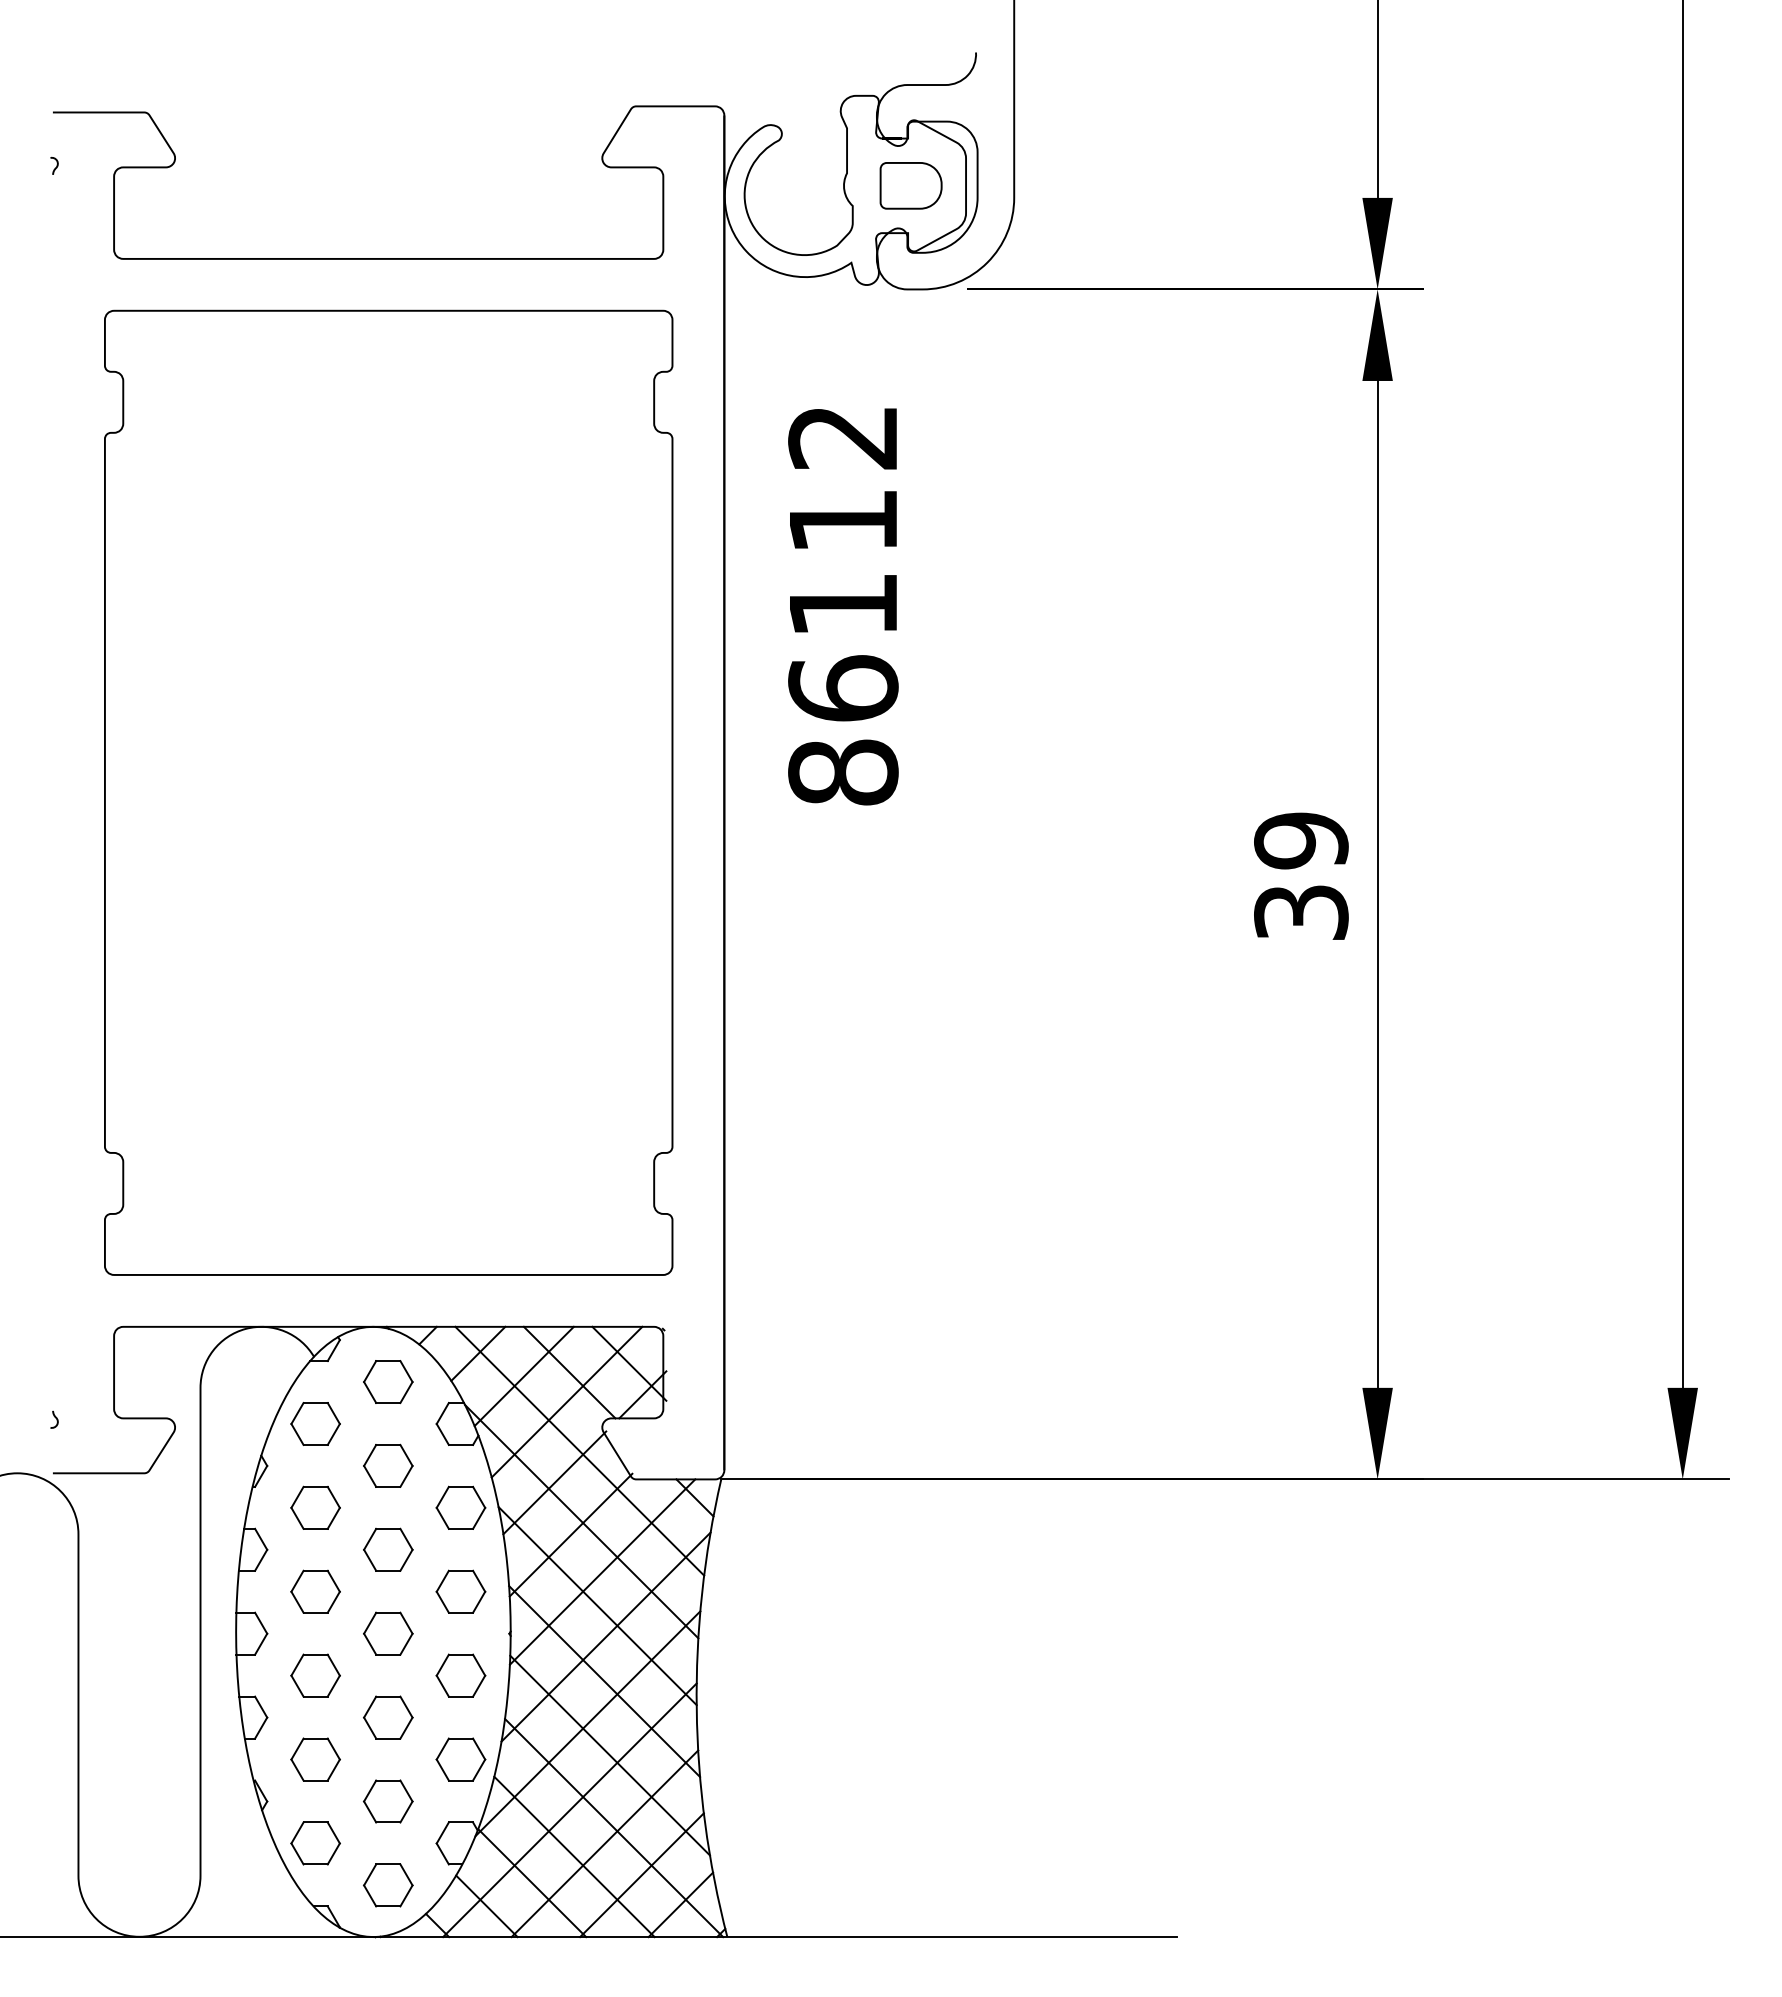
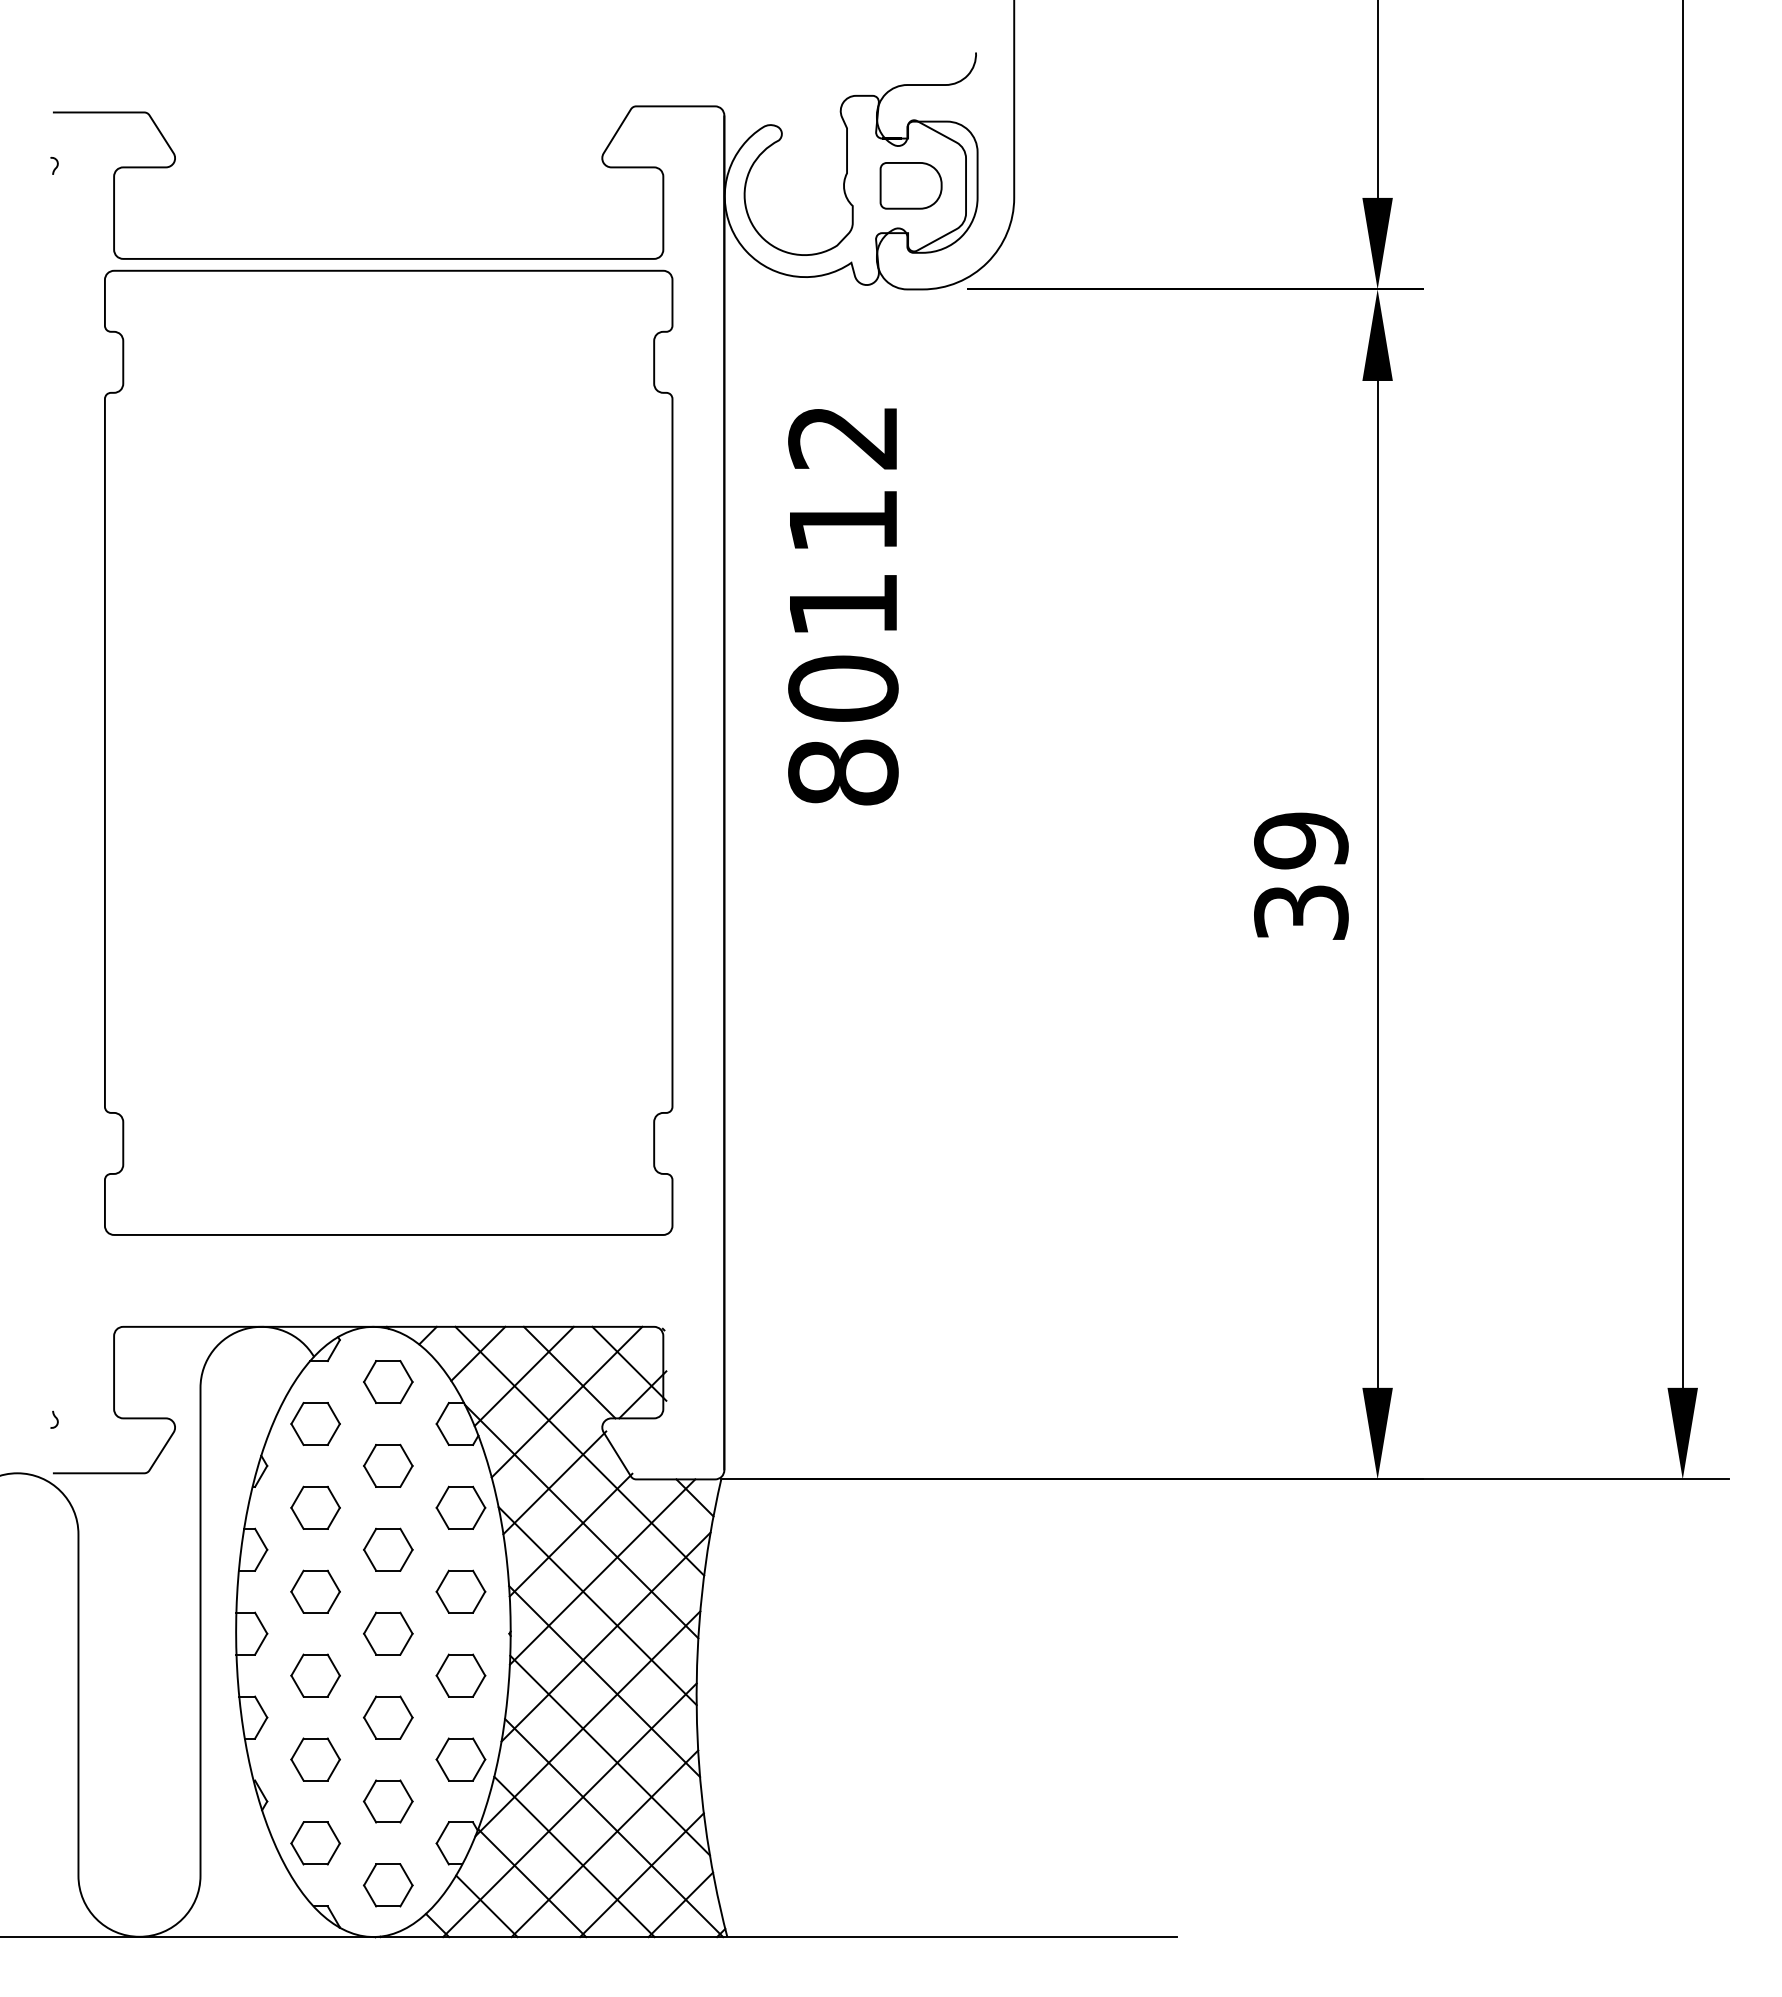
text at (843, 688): 86112 -> 80112
part at (388, 792) position: (388, 792) -> (388, 752)
